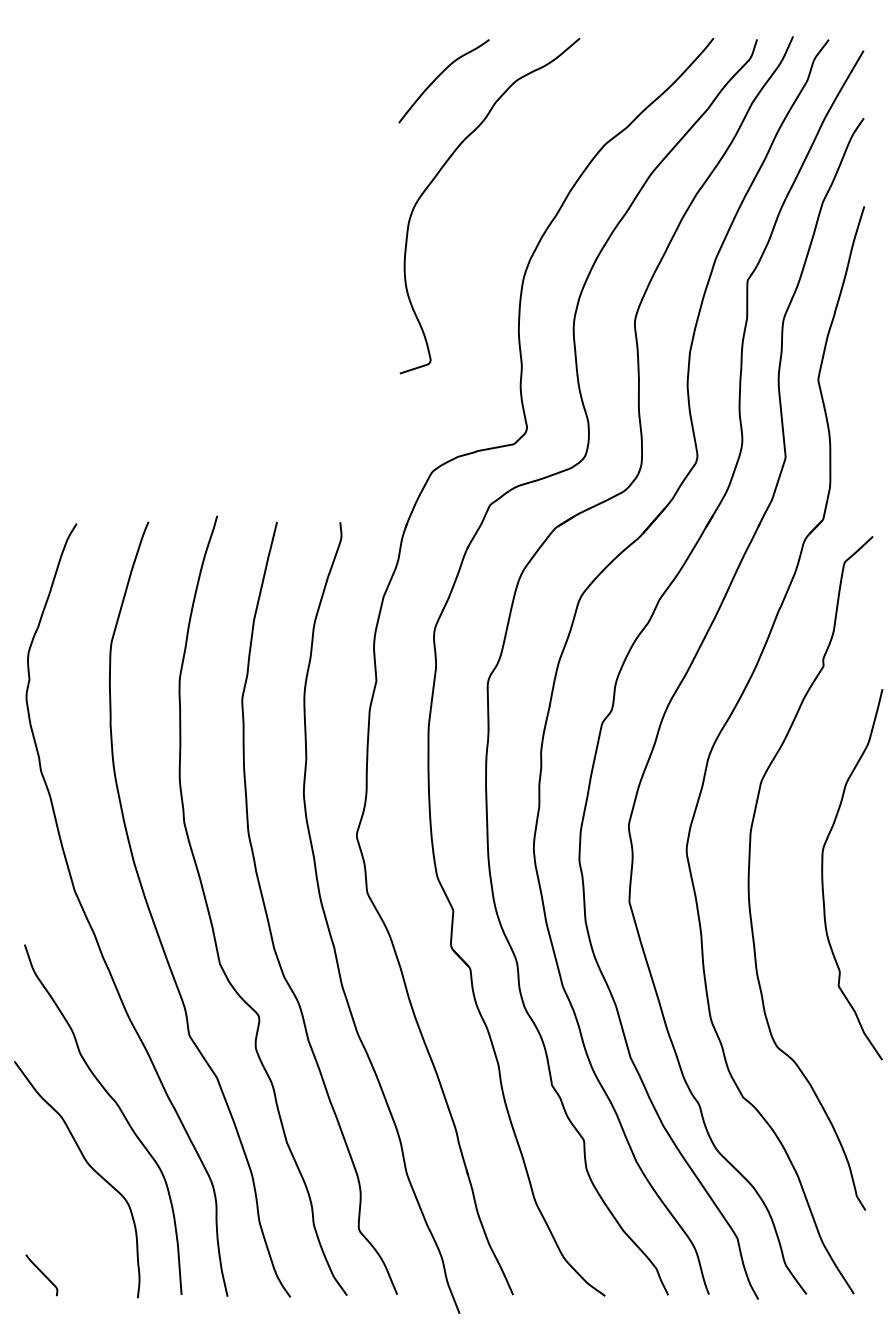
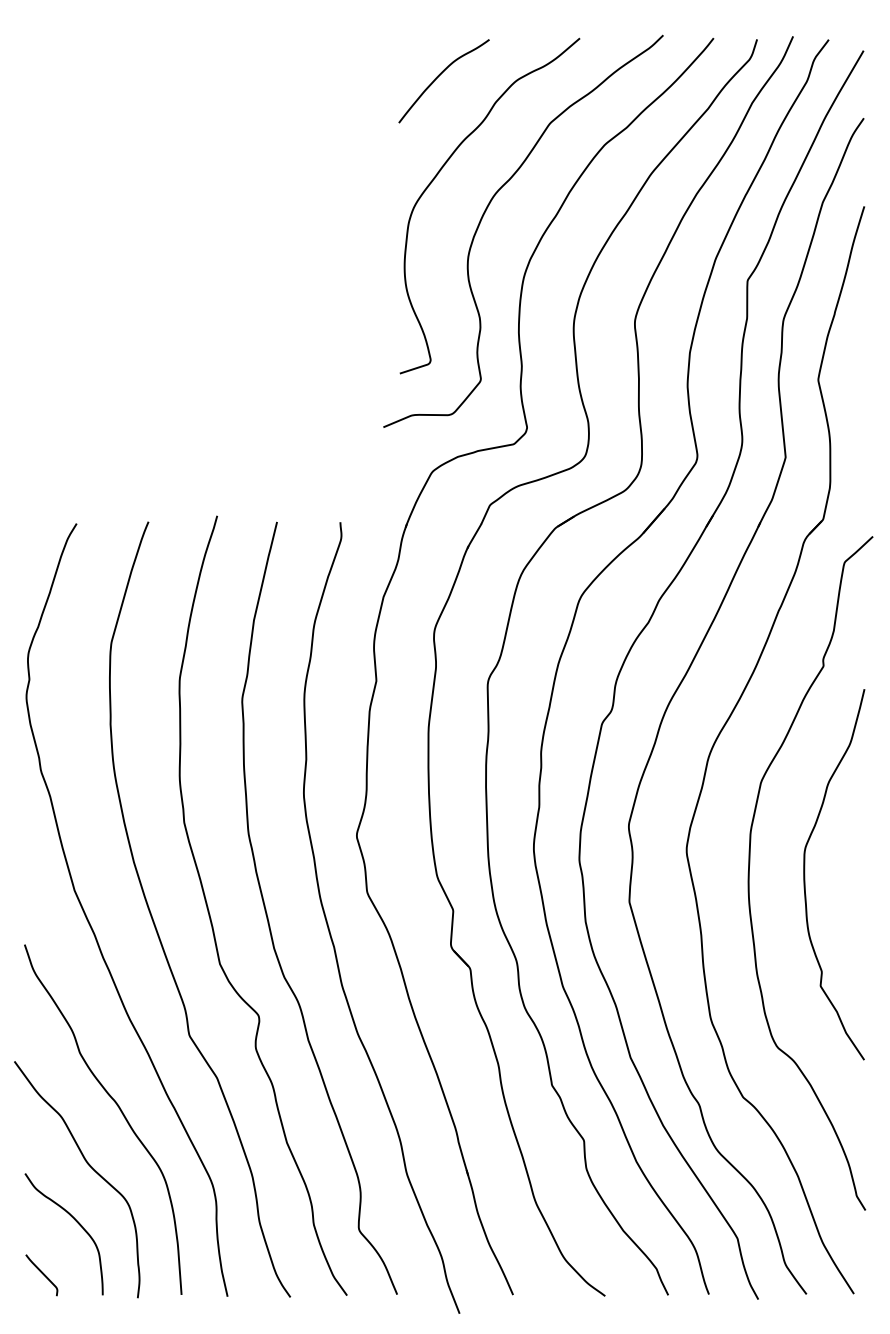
curve at (486, 211): none -> present
curve at (823, 874) position: (823, 874) -> (805, 874)
curve at (75, 1221): none -> present
